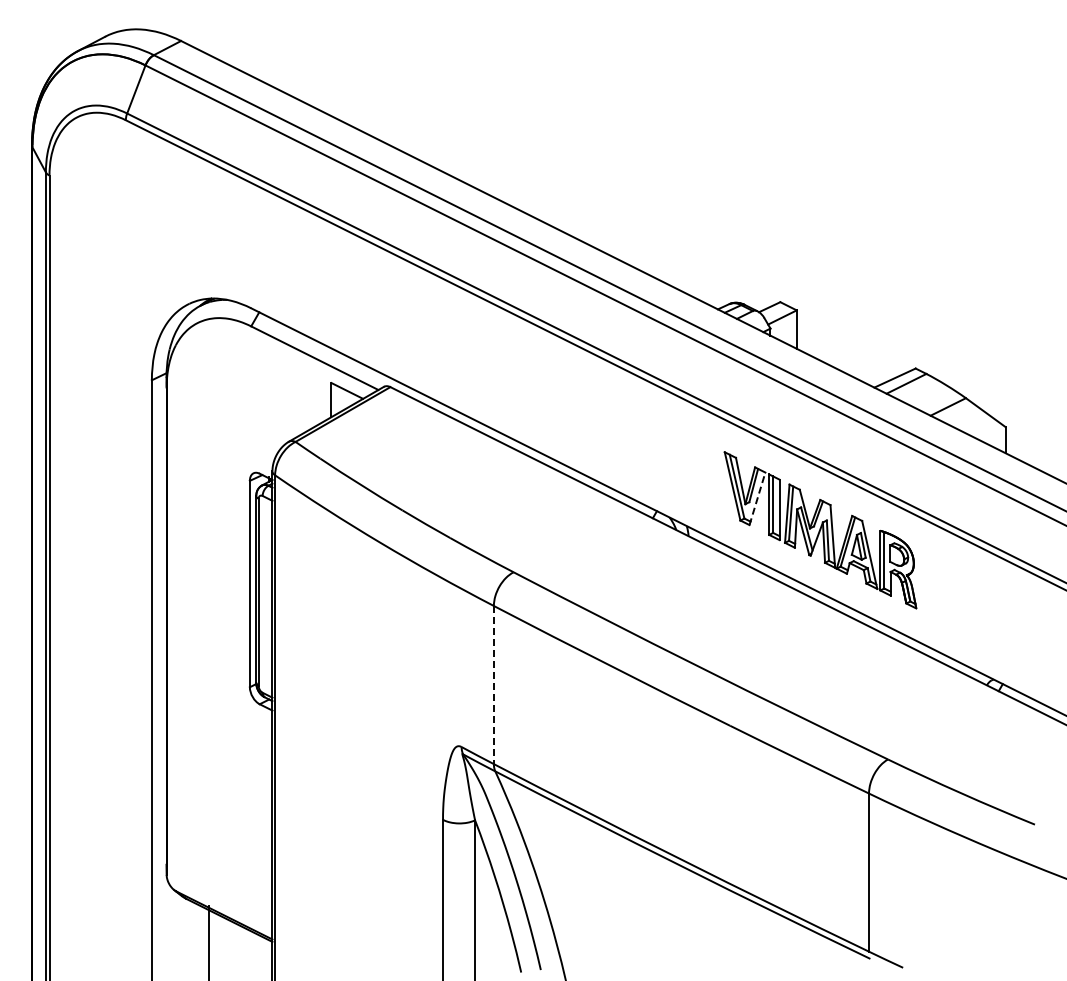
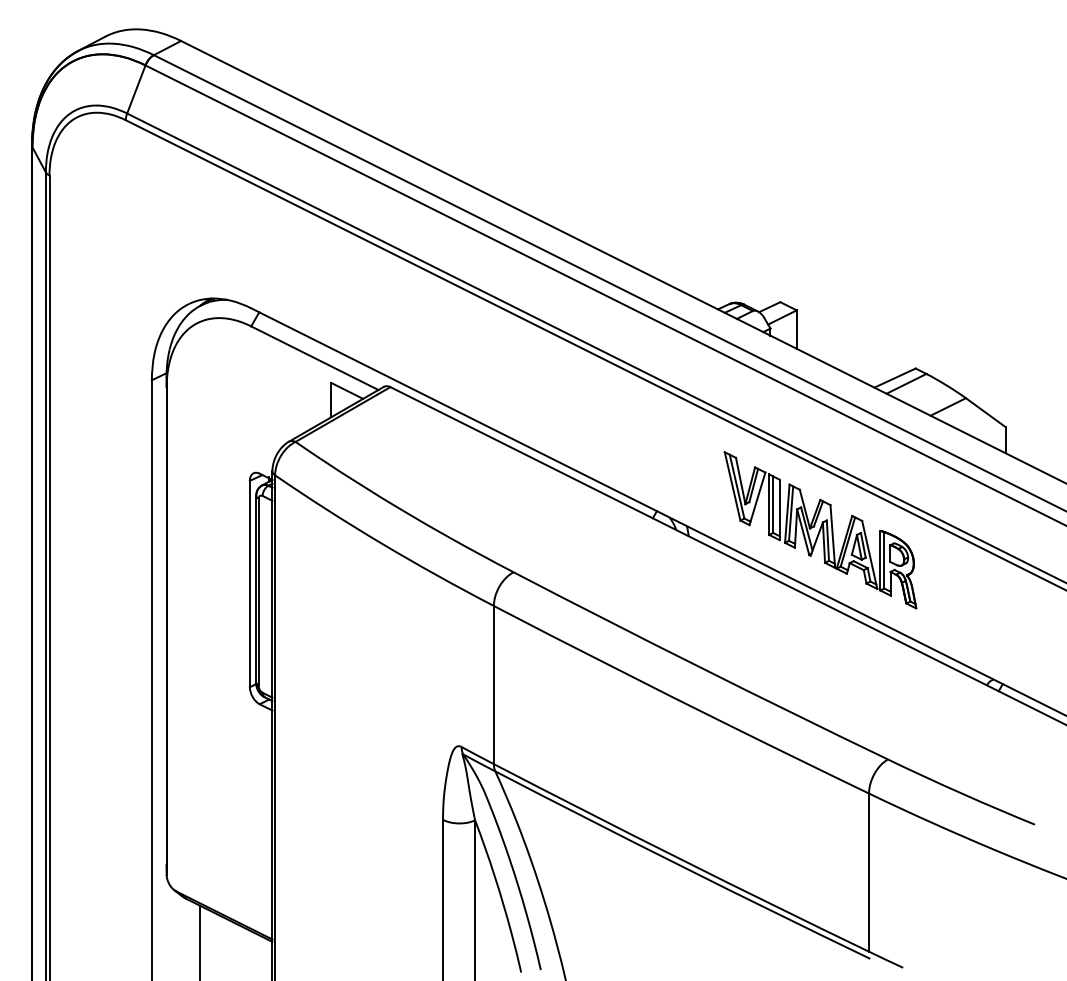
line at (757, 498): dashed -> solid
line at (493, 685): dashed -> solid
line at (208, 941) position: (208, 941) -> (199, 941)
